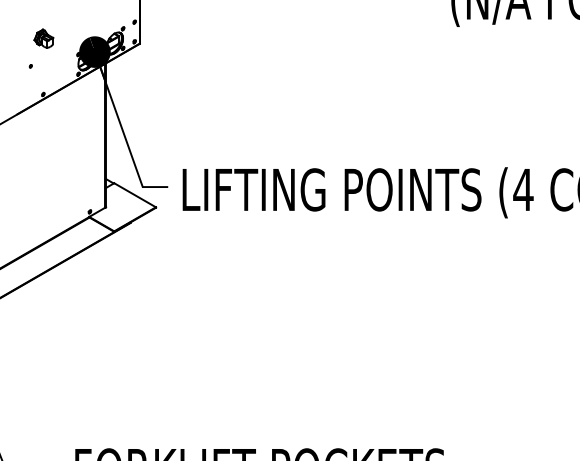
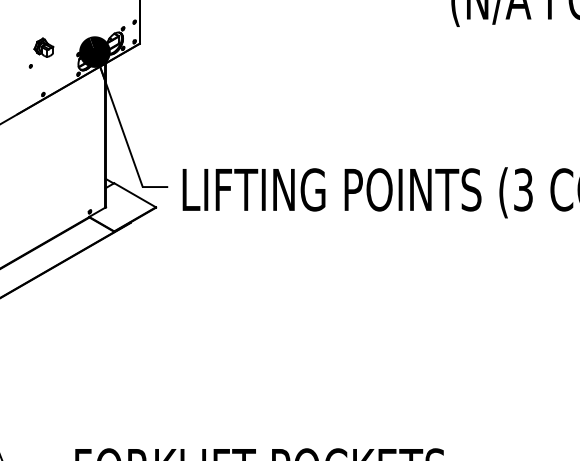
part at (43, 38) position: (43, 38) -> (43, 47)
text at (523, 189): (4 -> (3
